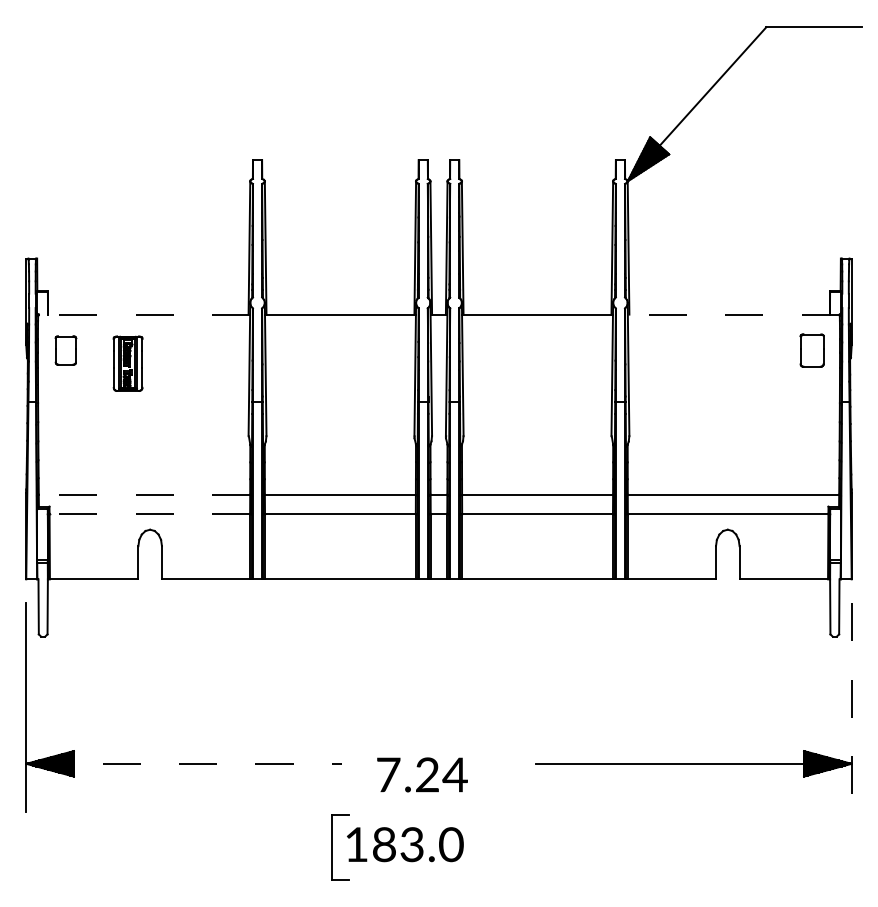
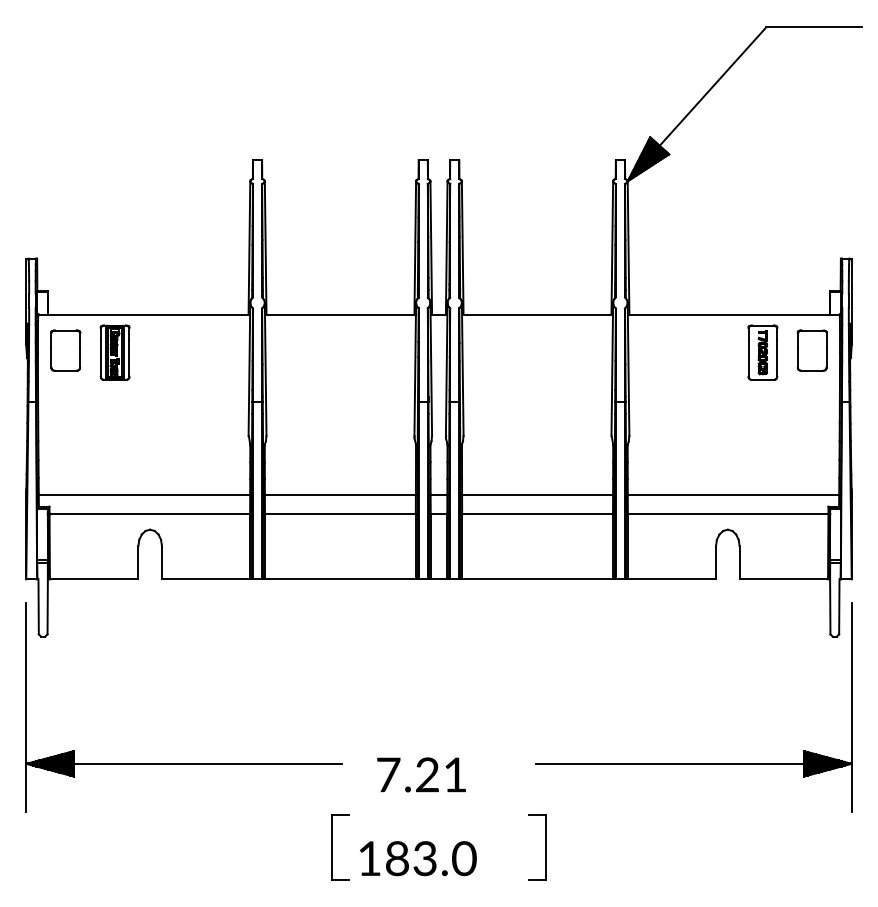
line at (144, 314): dashed -> solid
line at (733, 314): dashed -> solid
part at (65, 350) size: 24x31 px -> 32x43 px
part at (811, 350) size: 26x35 px -> 32x43 px
part at (762, 352): none -> present
part at (127, 363) position: (127, 363) -> (114, 352)
line at (144, 494): dashed -> solid
line at (149, 513): dashed -> solid
line at (851, 707): dashed -> solid
line at (184, 763): dashed -> solid
text at (454, 774): 7.24 -> 7.21
text at (405, 844) position: (405, 844) -> (418, 858)
part at (545, 847): none -> present
